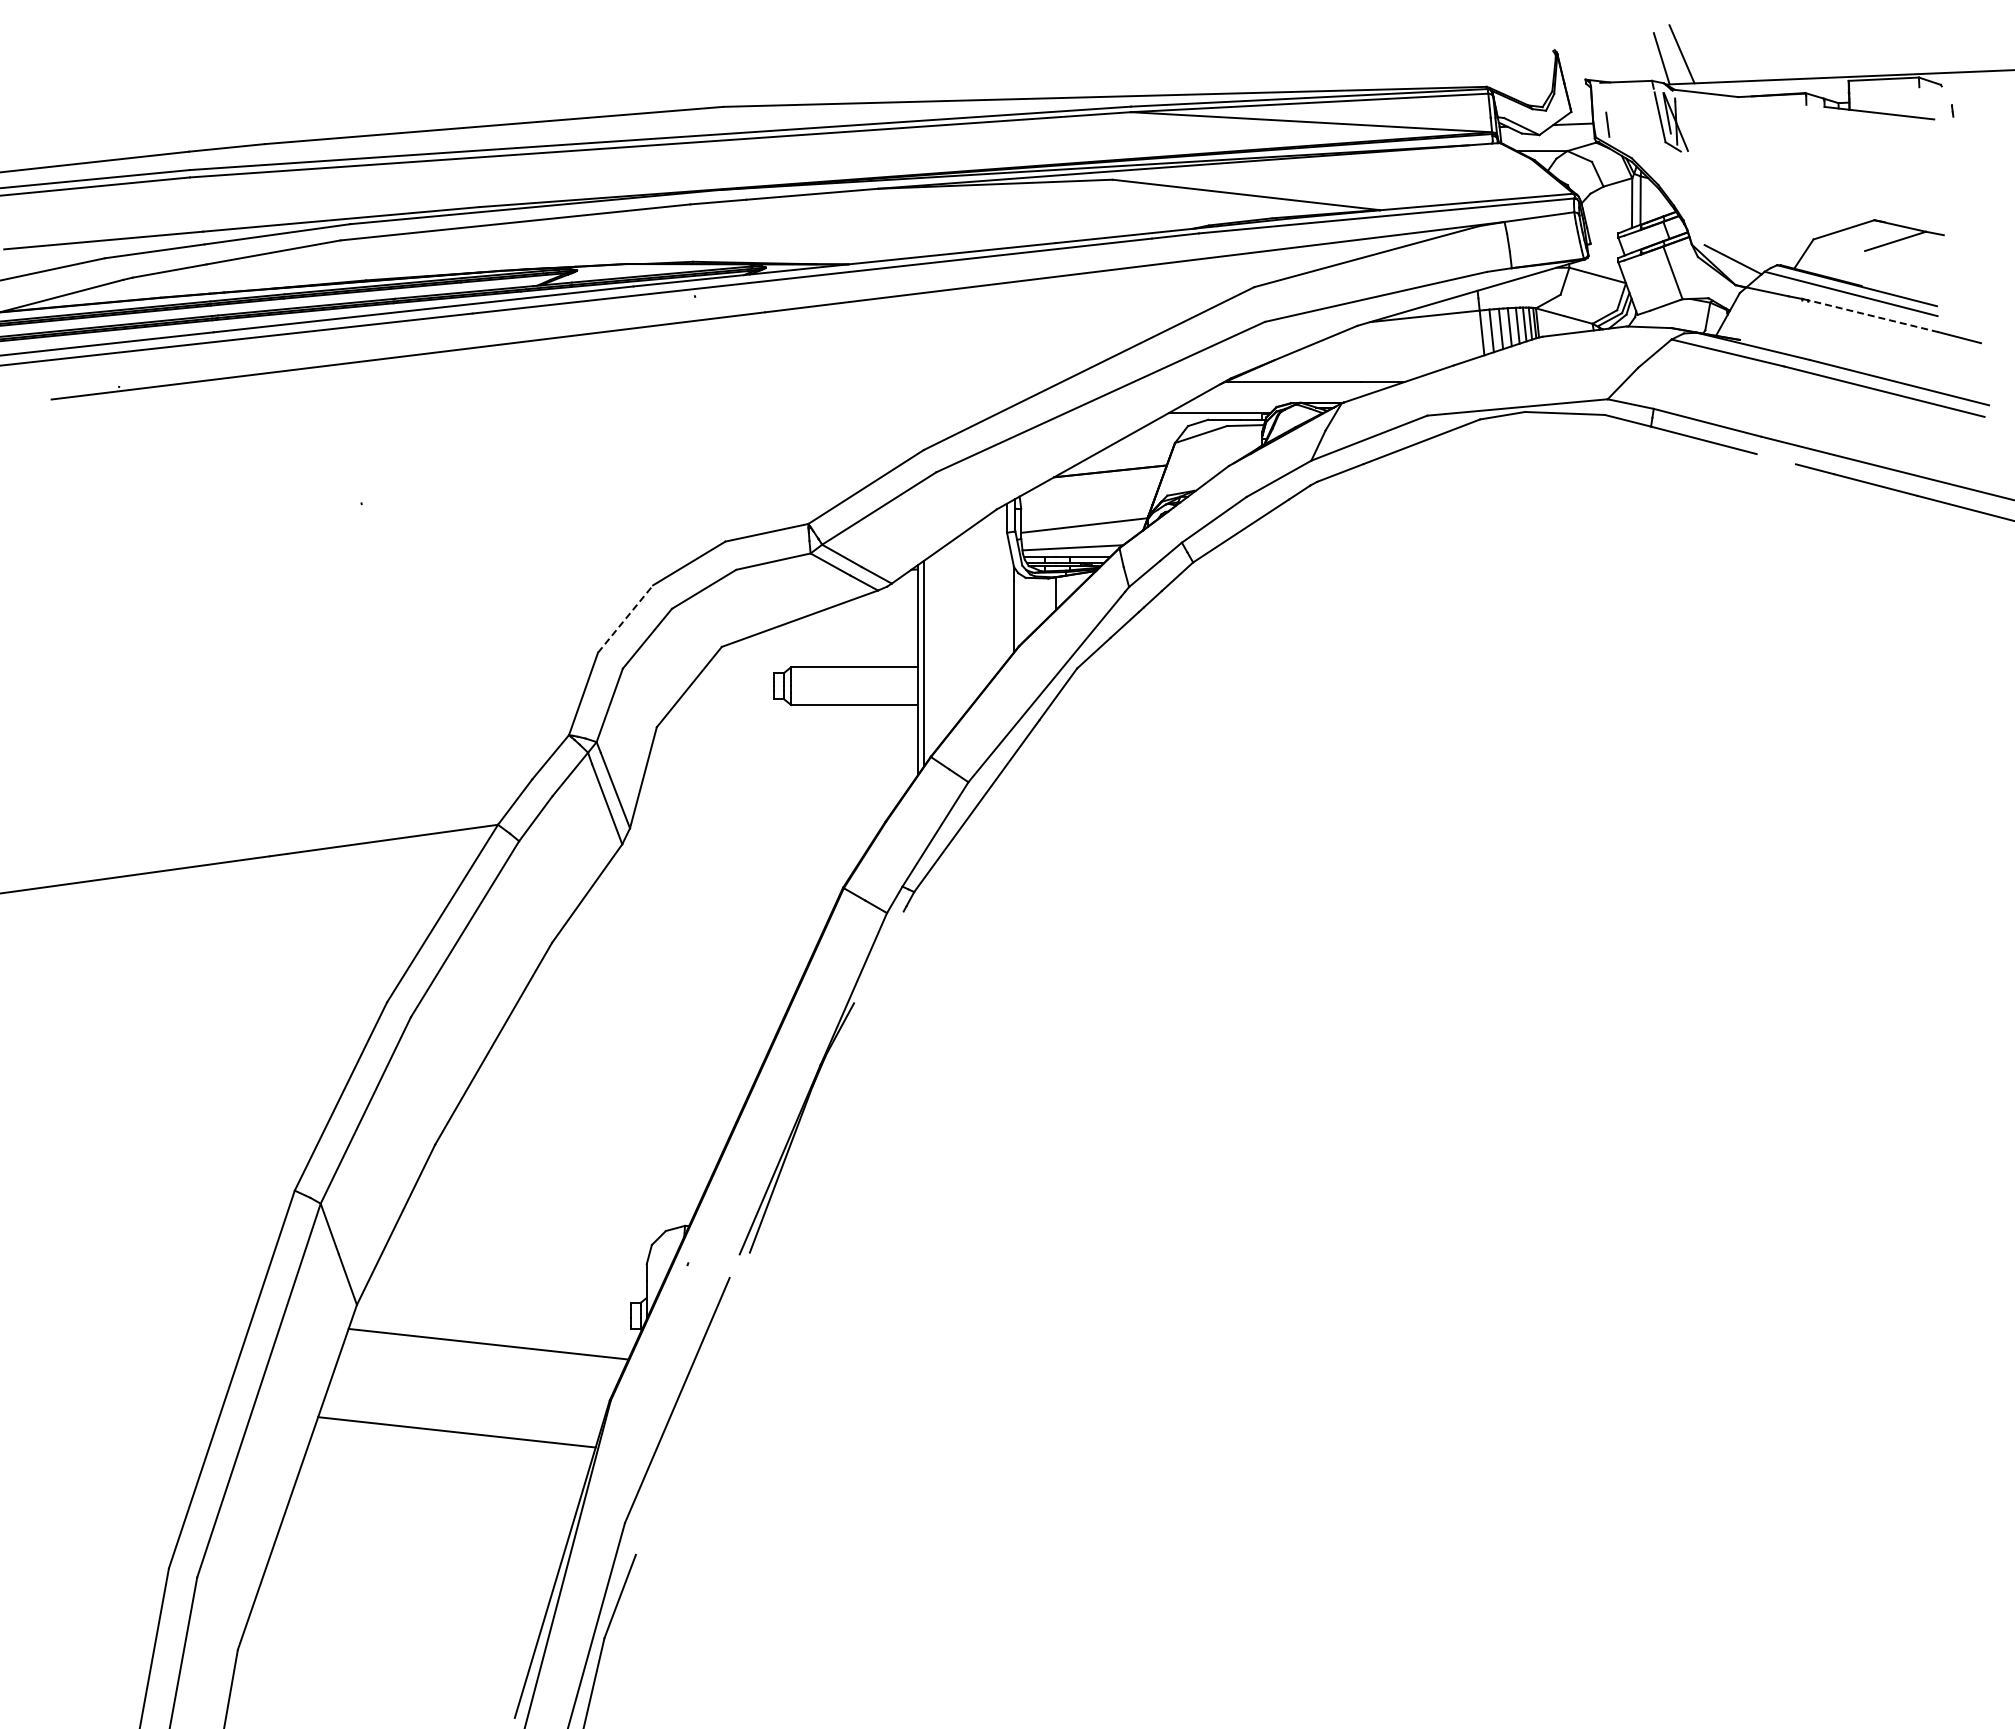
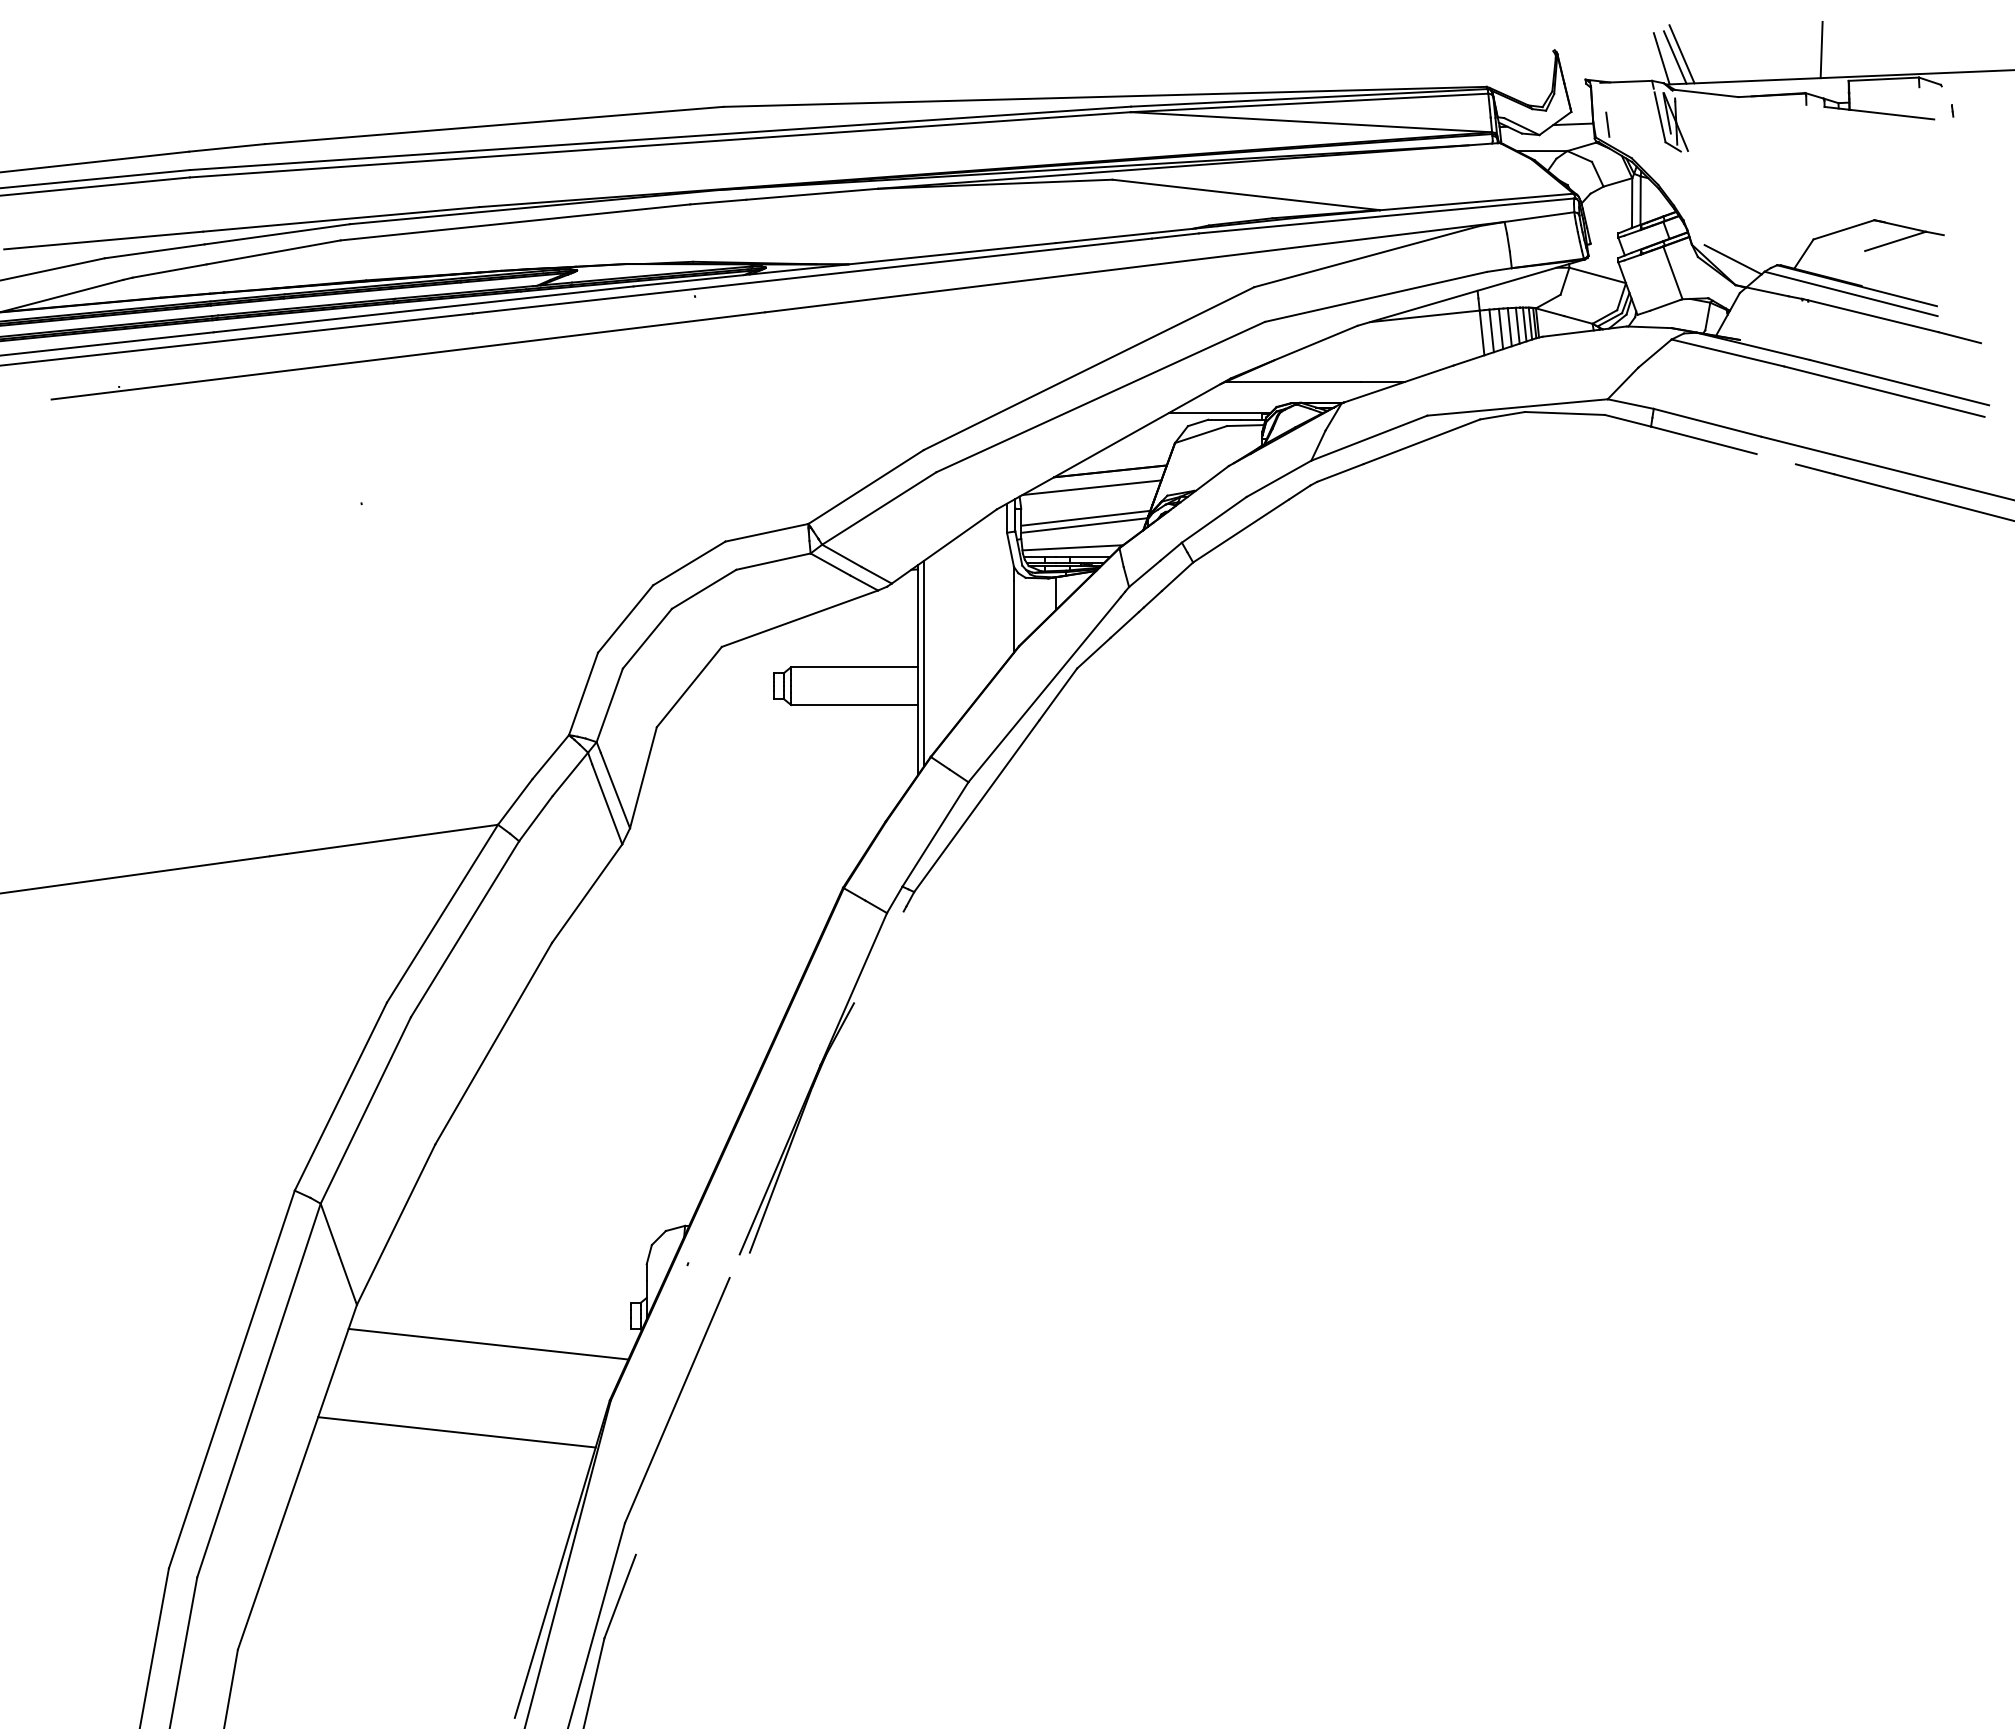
line at (1821, 49): none -> present
line at (1674, 57): none -> present
line at (1872, 316): dashed -> solid
line at (1091, 487): none -> present
line at (1085, 517): none -> present
line at (625, 619): dashed -> solid
